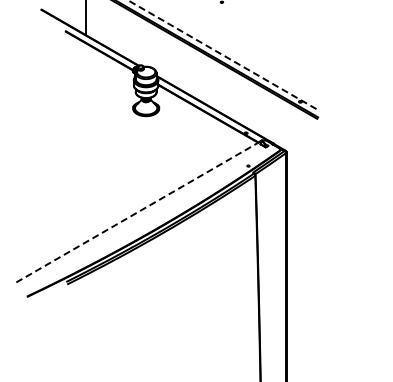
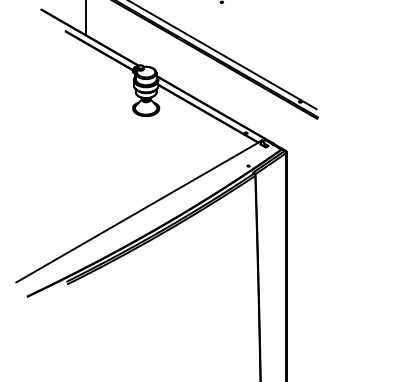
line at (222, 54): dashed -> solid
line at (138, 211): dashed -> solid
